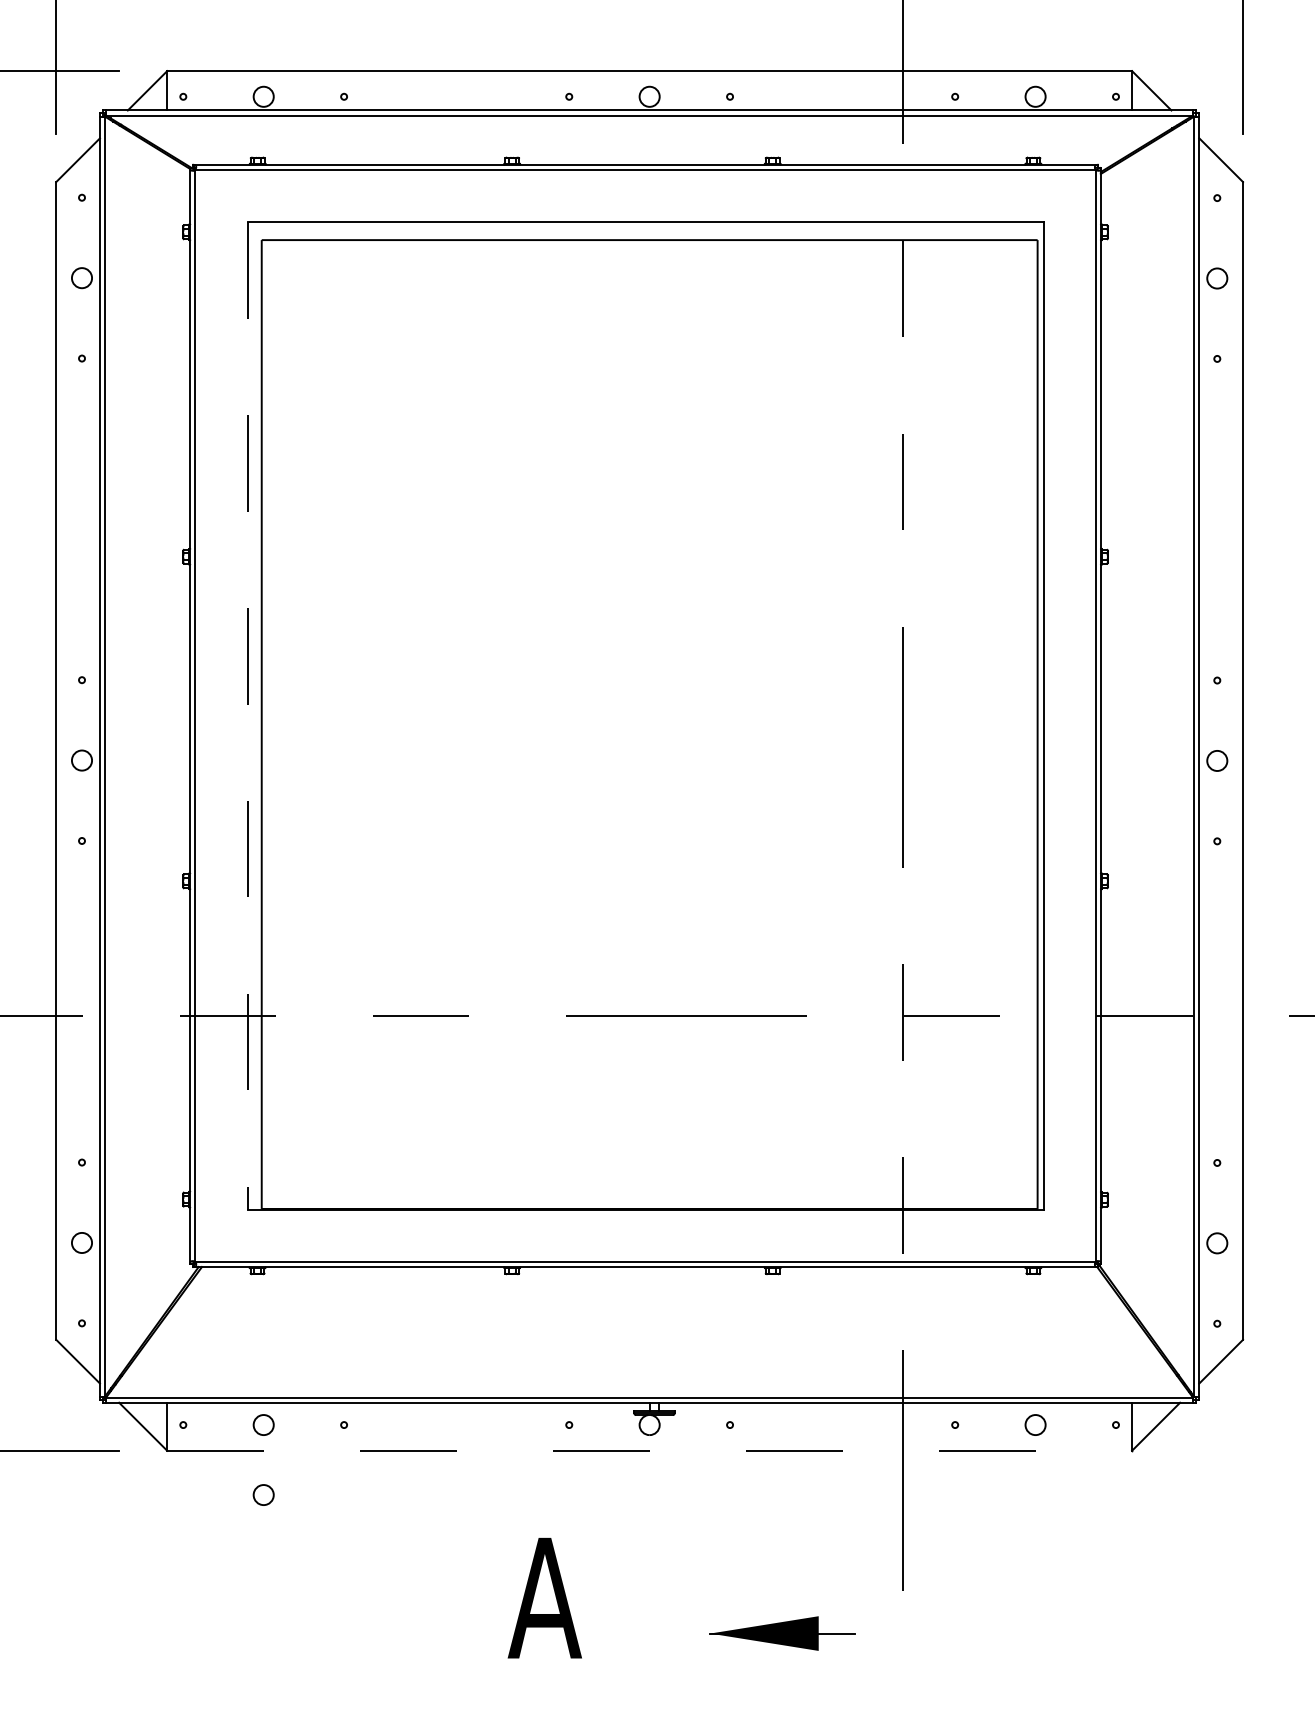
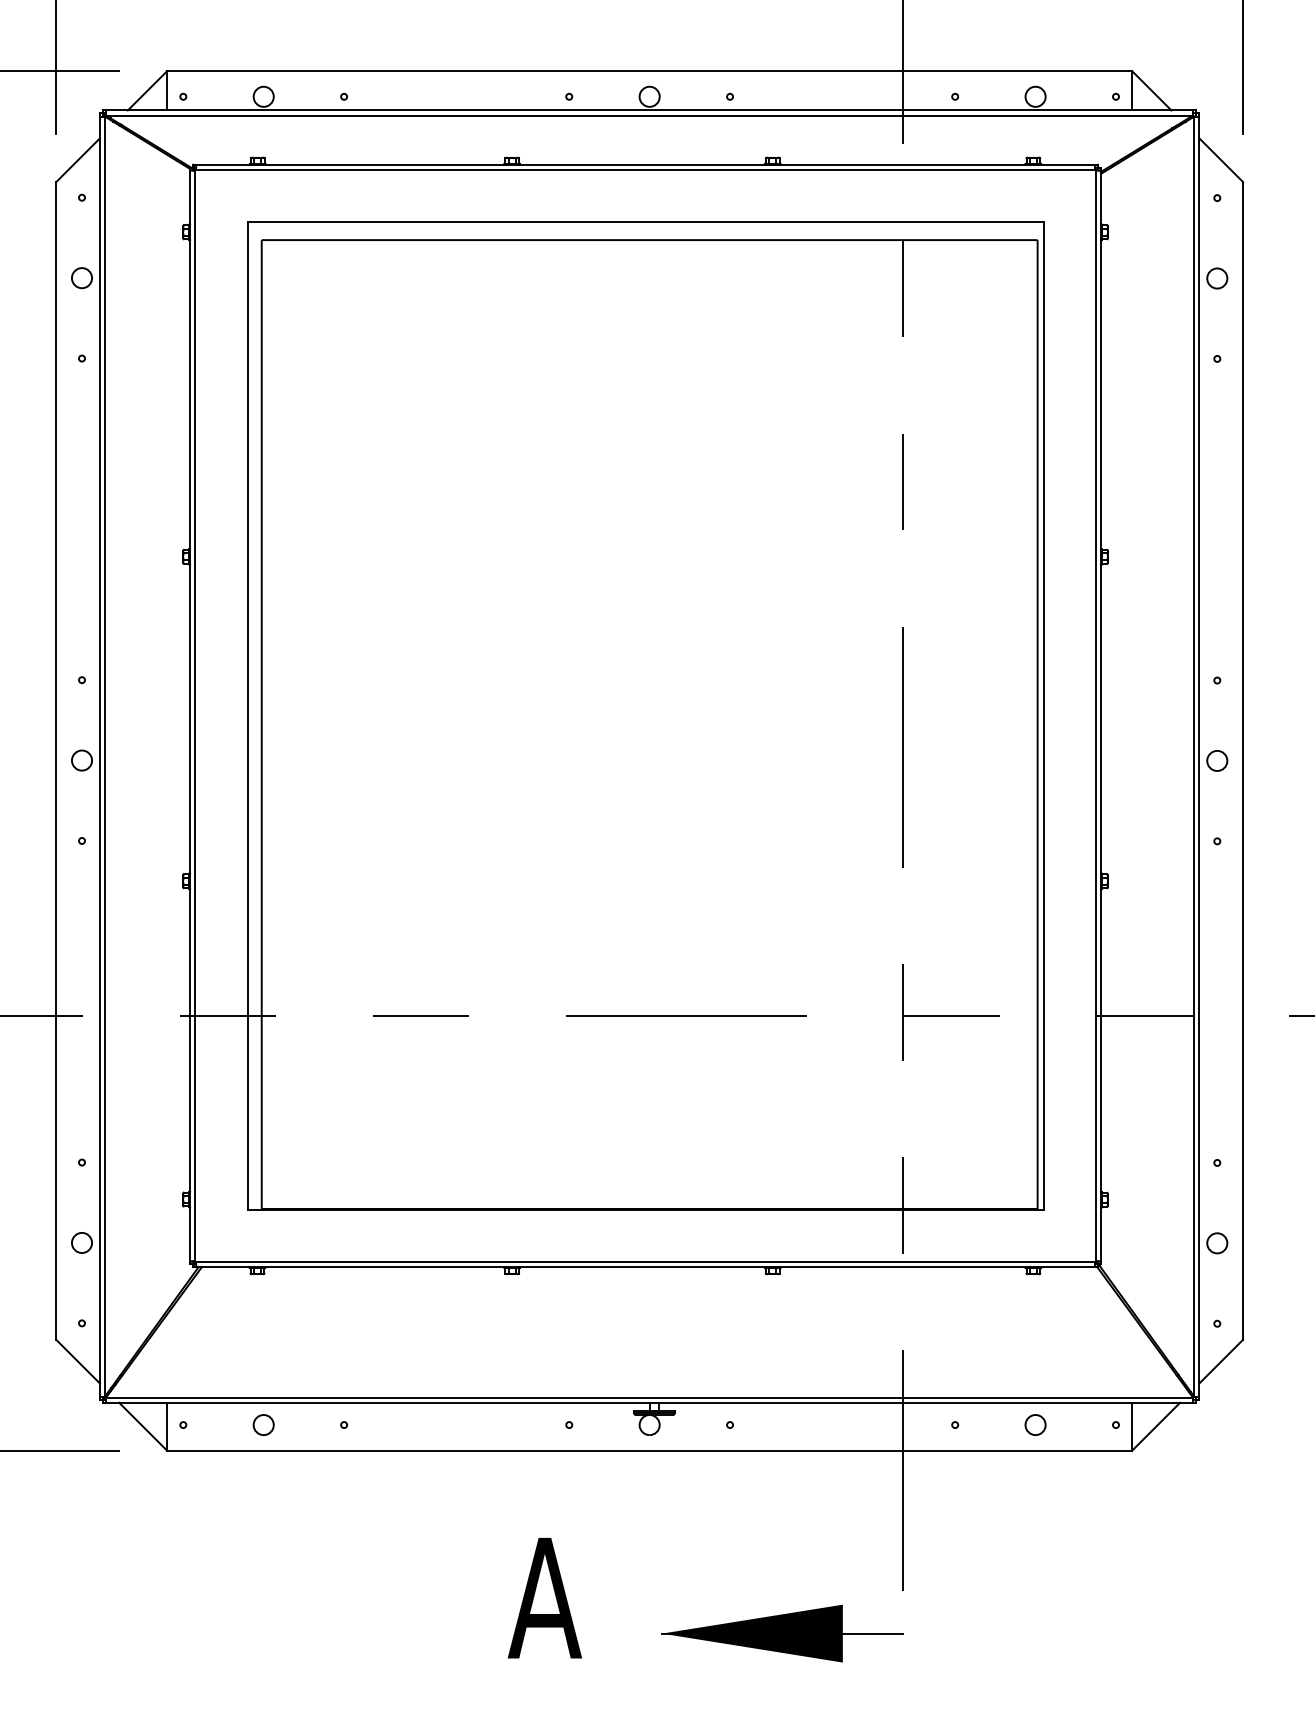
line at (247, 715): dashed -> solid
line at (650, 1450): dashed -> solid
circle at (263, 1494): present -> none
part at (782, 1633) size: 147x35 px -> 243x59 px
